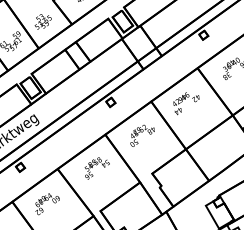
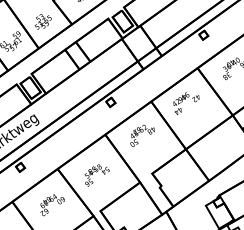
text at (96, 168) position: (96, 168) -> (96, 175)
text at (47, 204) position: (47, 204) -> (52, 205)
